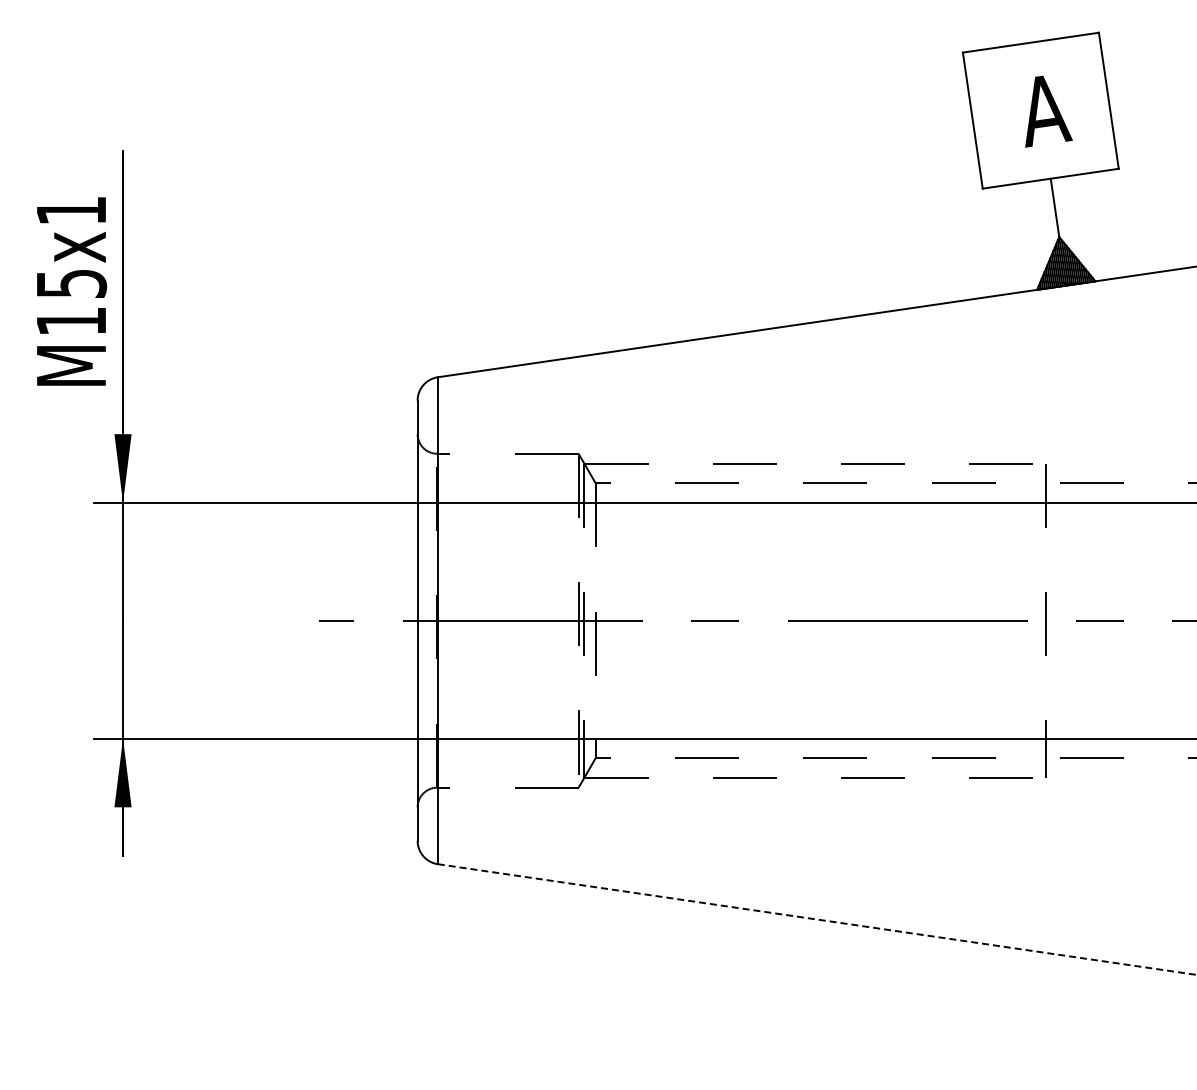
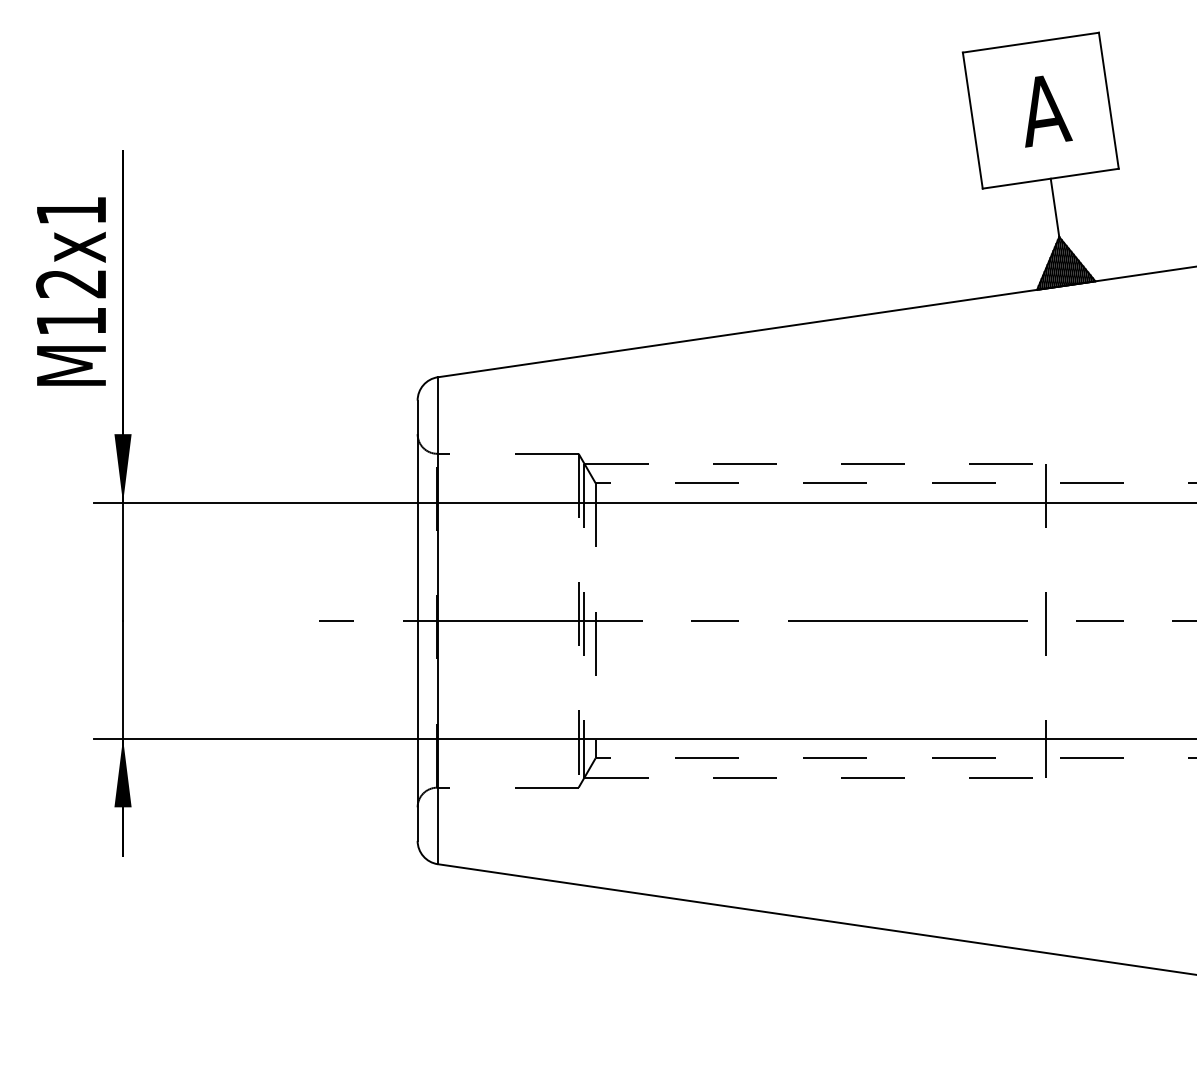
text at (71, 284): M15x1 -> M12x1
line at (817, 919): dashed -> solid
